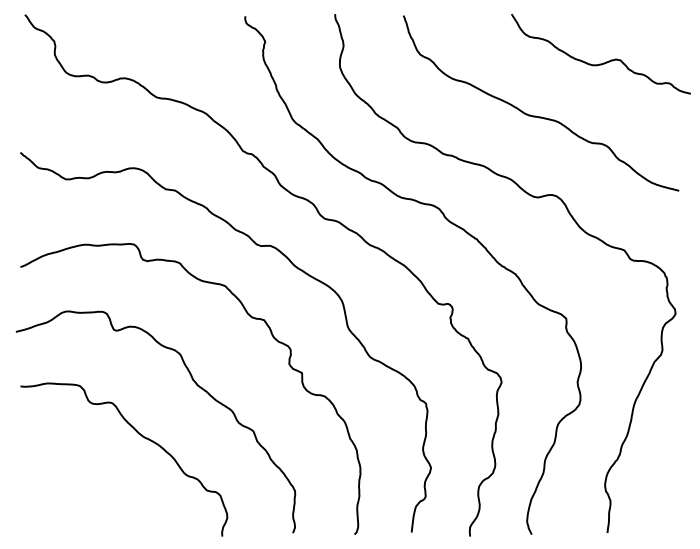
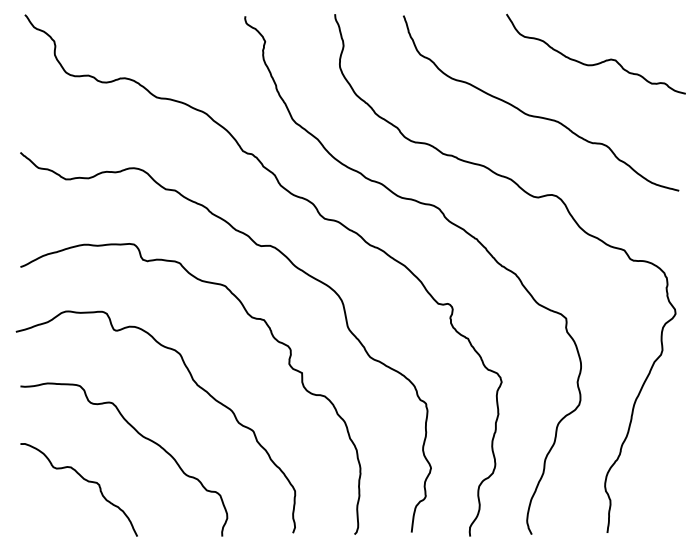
curve at (603, 62) position: (603, 62) -> (598, 62)
curve at (84, 480): none -> present
